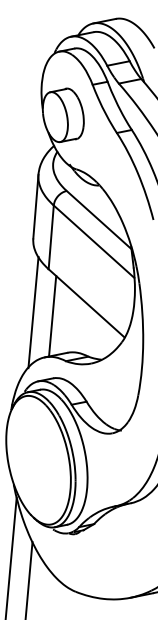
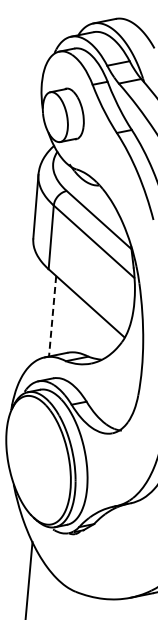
line at (33, 312): present -> none
line at (52, 316): solid -> dashed
line at (10, 556): present -> none
